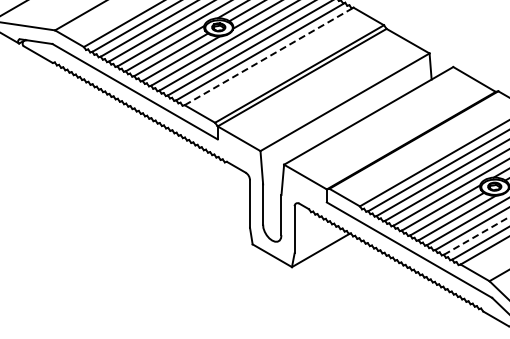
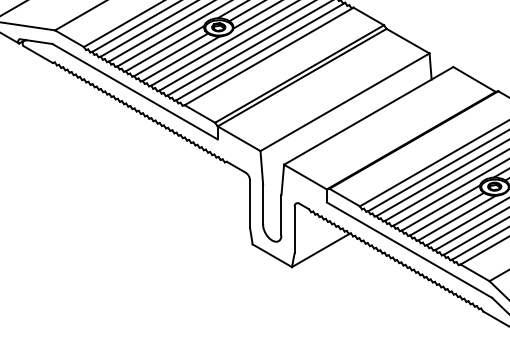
line at (269, 56): dashed -> solid
line at (476, 235): dashed -> solid
